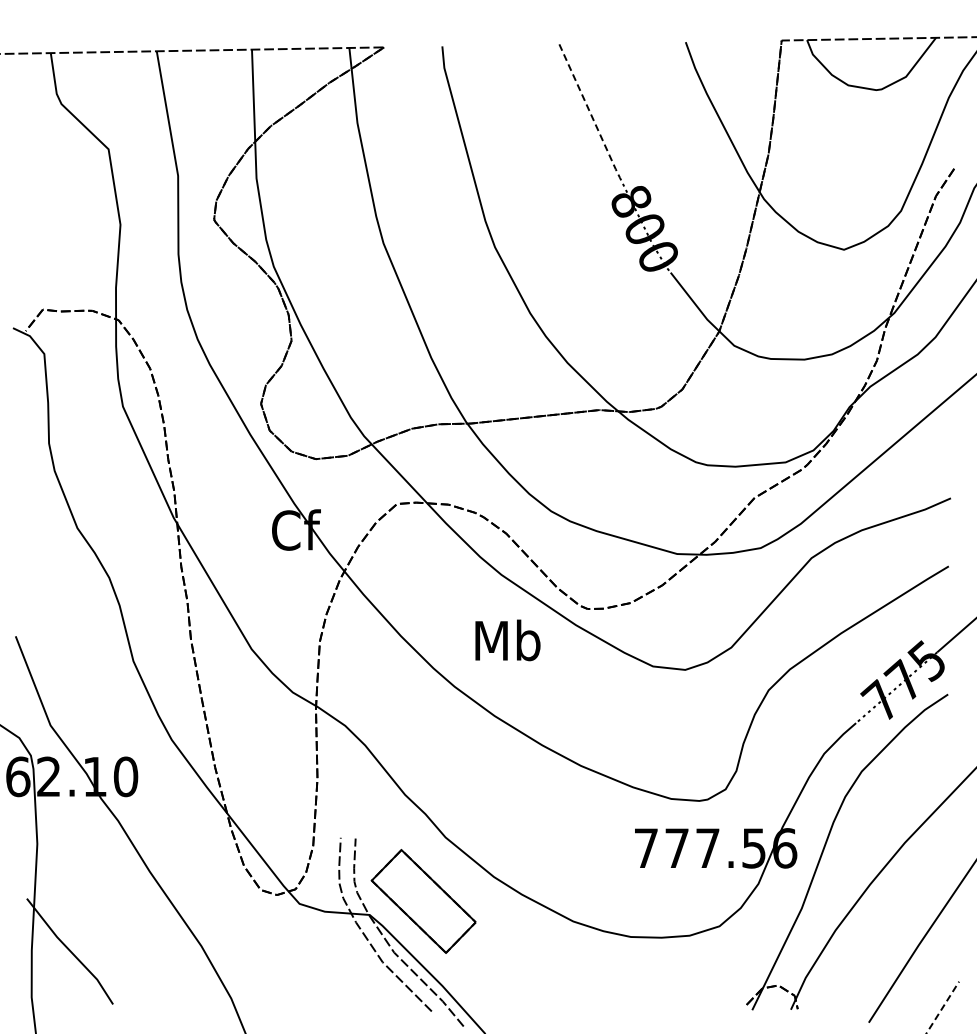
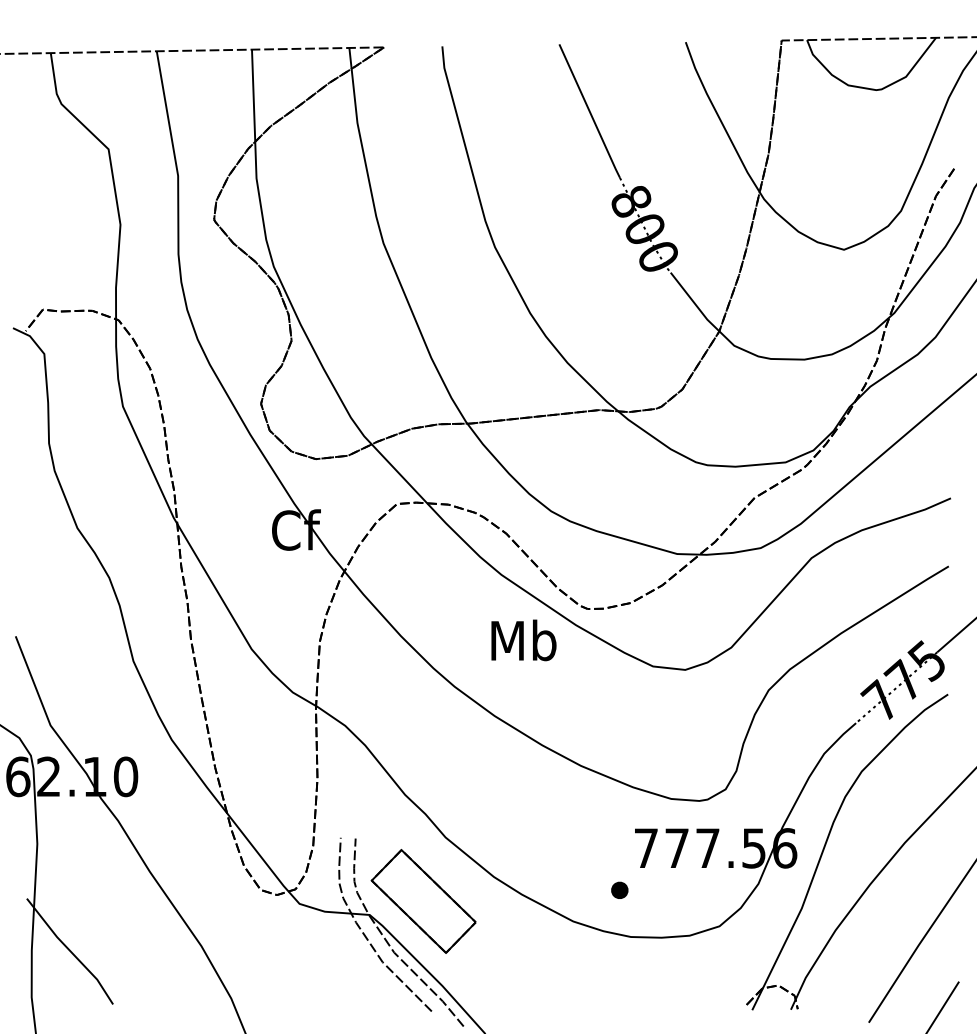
line at (590, 112): dashed -> solid
text at (507, 640) position: (507, 640) -> (523, 640)
part at (619, 889): none -> present
line at (942, 1007): dashed -> solid
